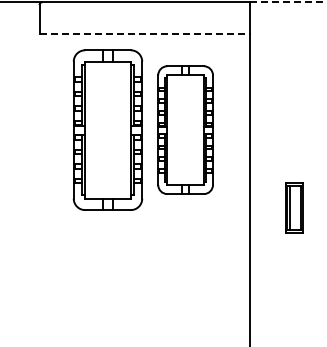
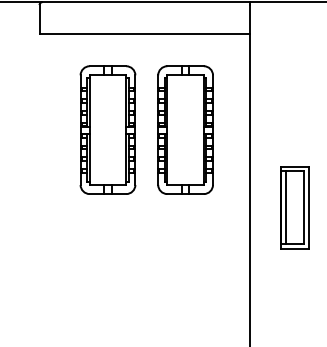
line at (288, 2): dashed -> solid
line at (145, 34): dashed -> solid
part at (107, 129) size: 72x162 px -> 58x130 px
part at (294, 207) size: 19x52 px -> 30x84 px
